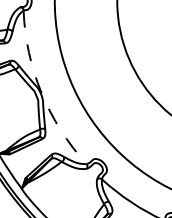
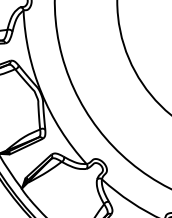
arc at (41, 92): dashed -> solid
